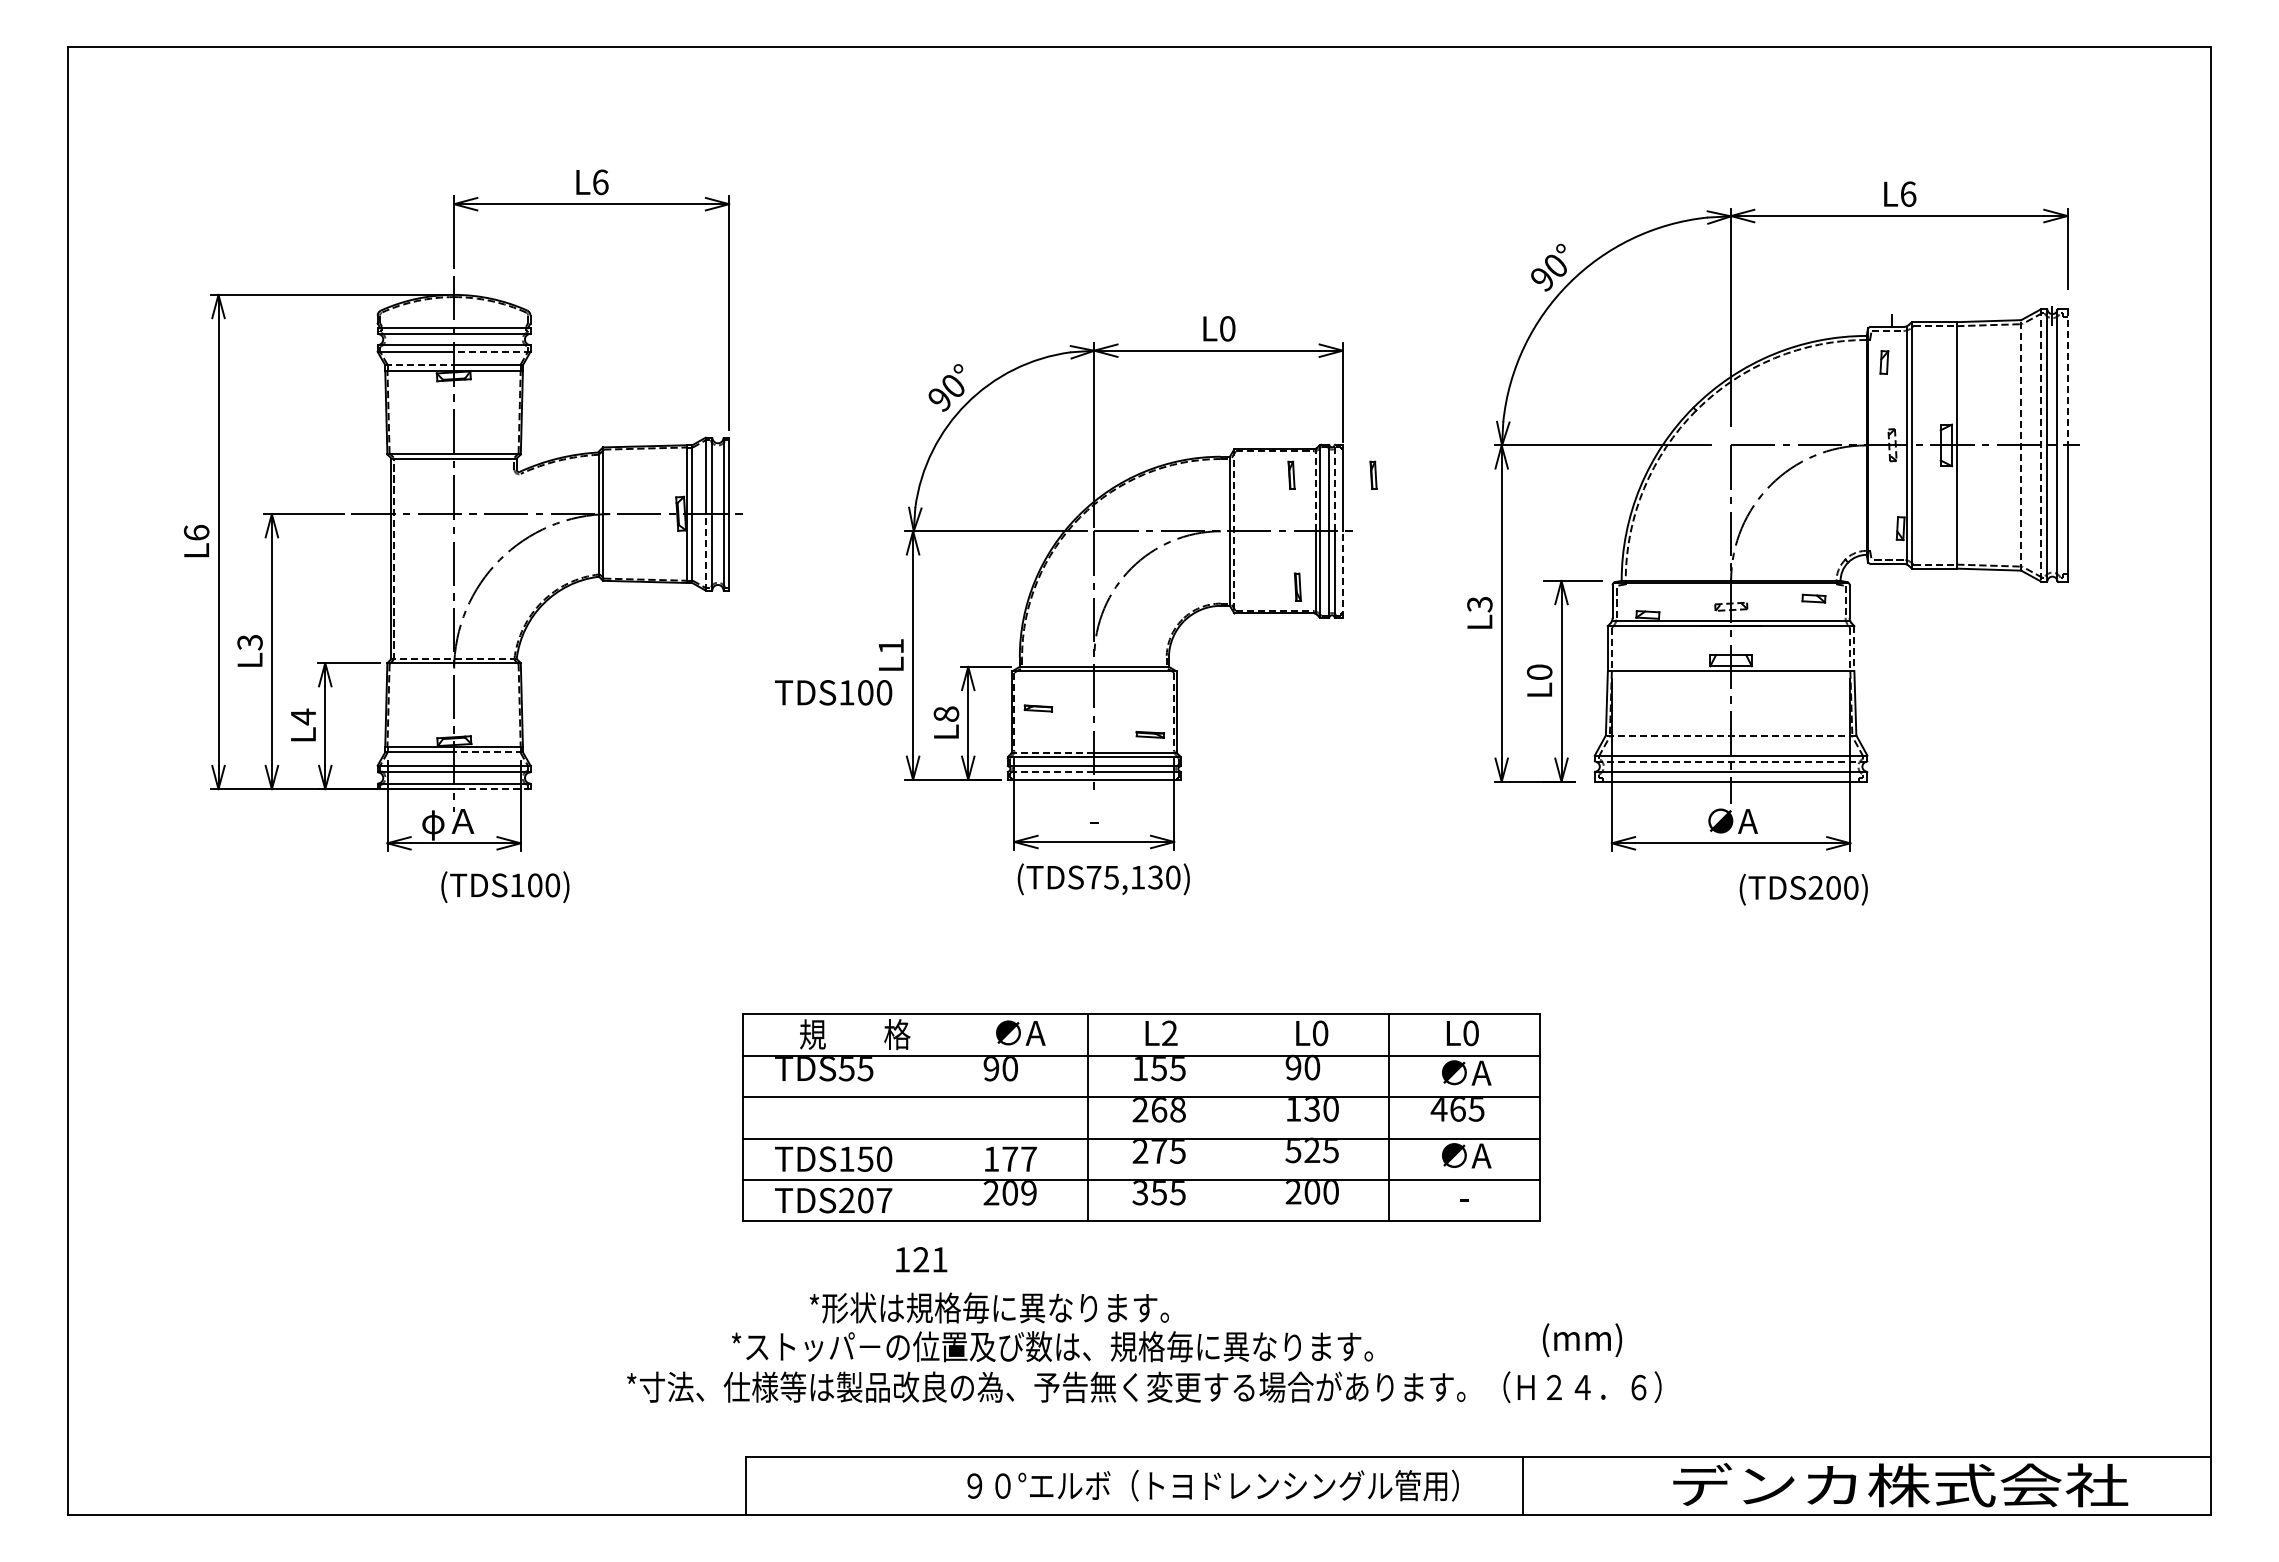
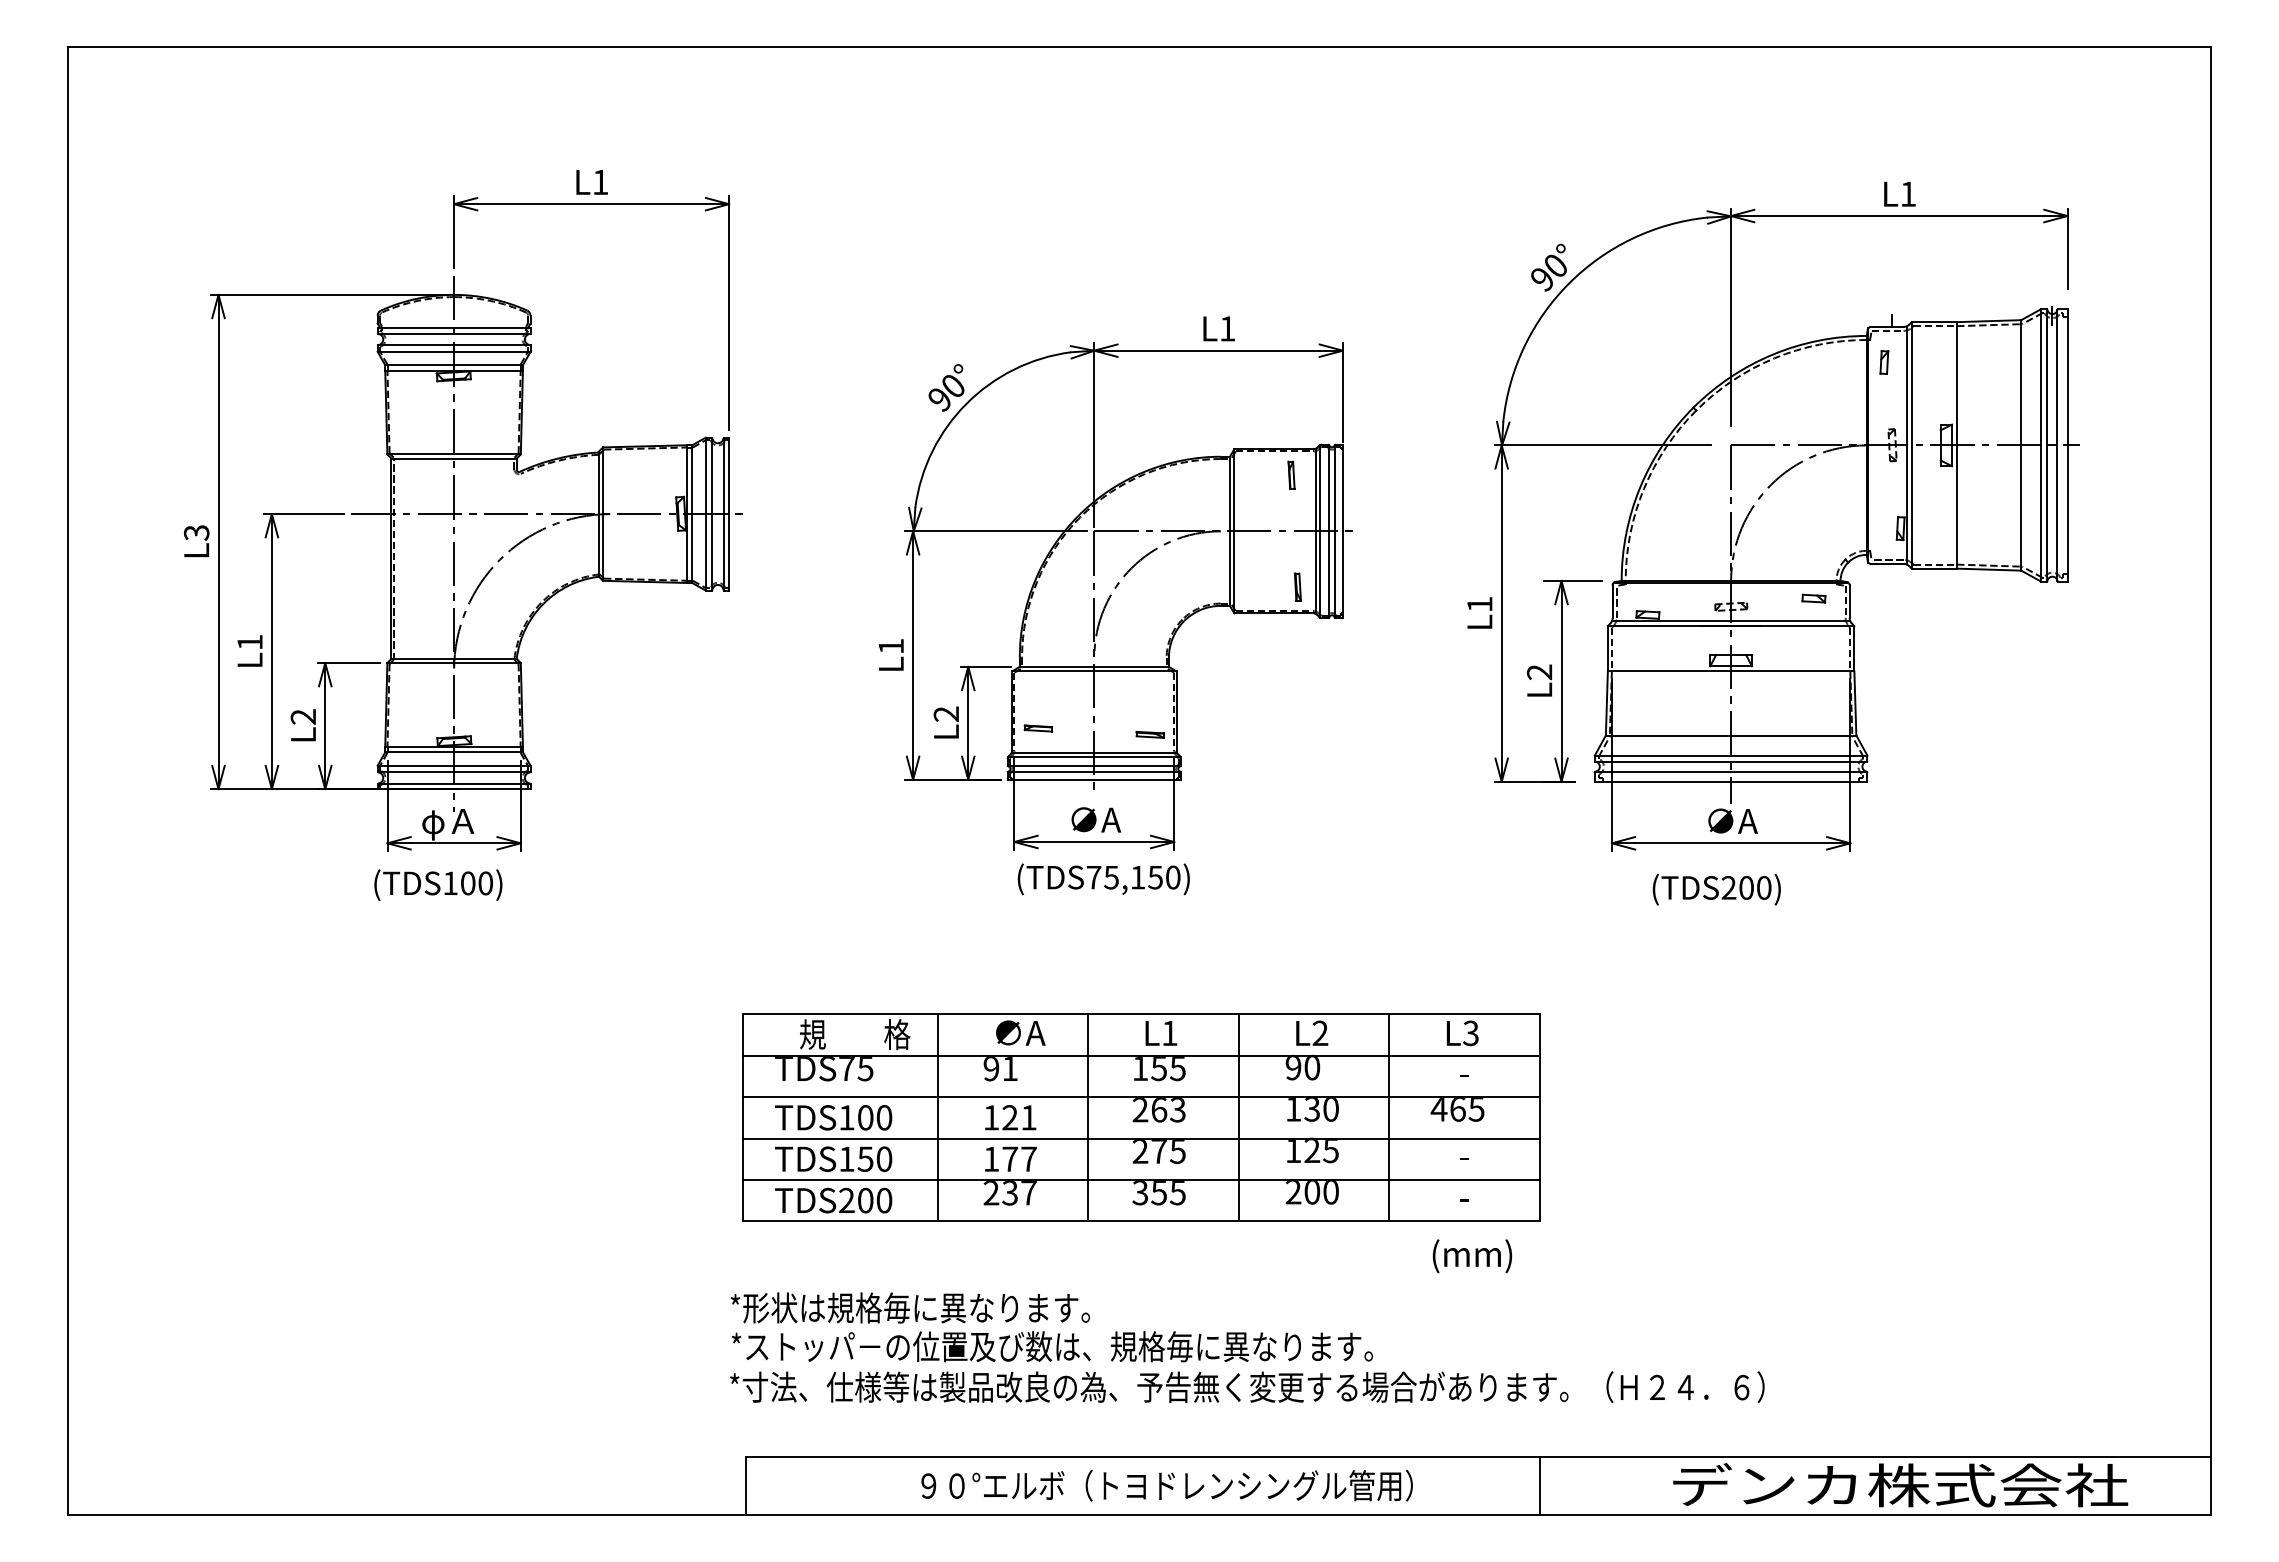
text at (600, 182): L6 -> L1
text at (1908, 193): L6 -> L1
text at (1227, 328): L0 -> L1
line at (491, 351): dashed -> solid
line at (420, 365): dashed -> solid
line at (2067, 377): dashed -> solid
line at (2021, 444): dashed -> solid
line at (2041, 445): dashed -> solid
part at (1373, 474): present -> none
line at (1334, 487): dashed -> solid
line at (1315, 489): dashed -> solid
line at (1234, 531): dashed -> solid
text at (196, 532): L6 -> L3
line at (705, 551): dashed -> solid
line at (1342, 574): dashed -> solid
text at (1479, 604): L3 -> L1
text at (249, 642): L3 -> L1
line at (1854, 648): dashed -> solid
line at (454, 658): dashed -> solid
text at (1539, 672): L0 -> L2
text at (833, 692) position: (833, 692) -> (833, 1117)
part at (1038, 708) position: (1038, 708) -> (1038, 728)
text at (946, 713): L8 -> L2
text at (302, 716): L4 -> L2
line at (1730, 735): dashed -> solid
line at (488, 752): dashed -> solid
line at (1052, 752): dashed -> solid
line at (1731, 761): dashed -> solid
line at (1050, 771): dashed -> solid
line at (491, 789): dashed -> solid
text at (1096, 819): - -> ∅A
text at (1155, 876): (TDS75,130) -> (TDS75,150)
text at (505, 886) position: (505, 886) -> (438, 884)
text at (1803, 889) position: (1803, 889) -> (1716, 889)
text at (1169, 1032): L2 -> L1
text at (1320, 1033): L0 -> L2
text at (1470, 1033): L0 -> L3
text at (846, 1069): TDS55 -> TDS75
text at (1009, 1069): 90 -> 91
text at (1466, 1072): ∅A -> -
text at (1177, 1110): 268 -> 263
line at (937, 1117): none -> present
line at (1238, 1117): none -> present
text at (1293, 1151): 525 -> 125
text at (1466, 1155): ∅A -> -
text at (1019, 1193): 209 -> 237
text at (884, 1200): TDS207 -> TDS200
text at (921, 1259) position: (921, 1259) -> (1010, 1117)
text at (989, 1307) position: (989, 1307) -> (910, 1307)
text at (1582, 1340) position: (1582, 1340) -> (1472, 1256)
text at (1144, 1386) position: (1144, 1386) -> (1247, 1386)
text at (1212, 1485) position: (1212, 1485) -> (1166, 1485)
line at (1523, 1485) position: (1523, 1485) -> (1540, 1485)
